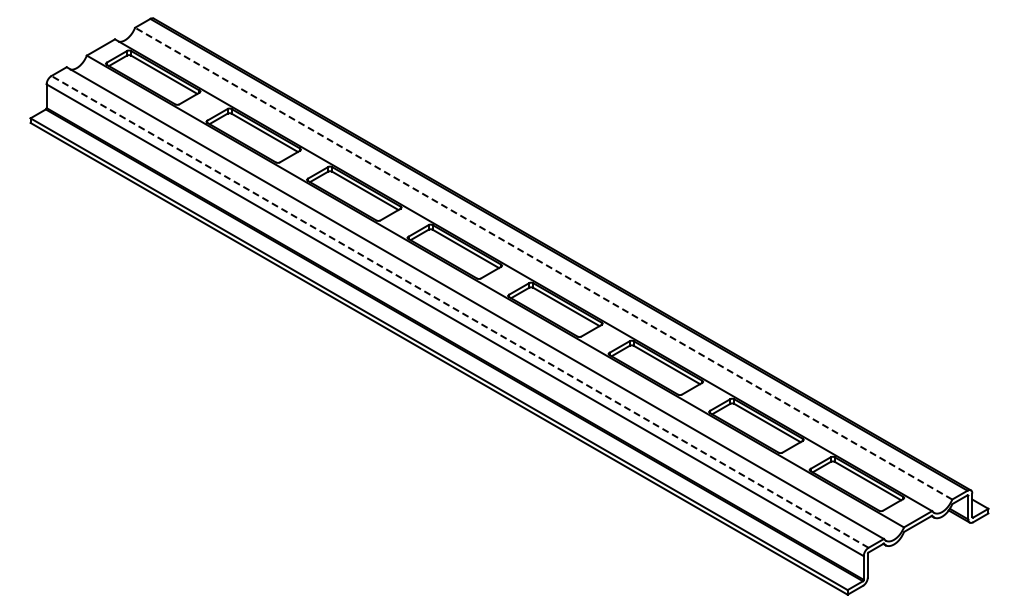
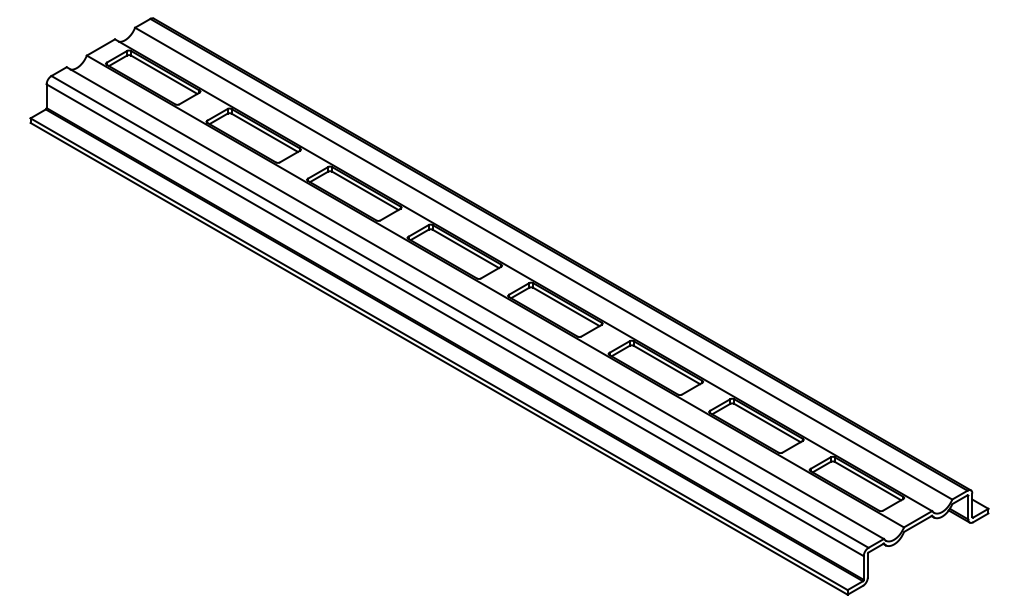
line at (543, 263): dashed -> solid
line at (460, 311): dashed -> solid
